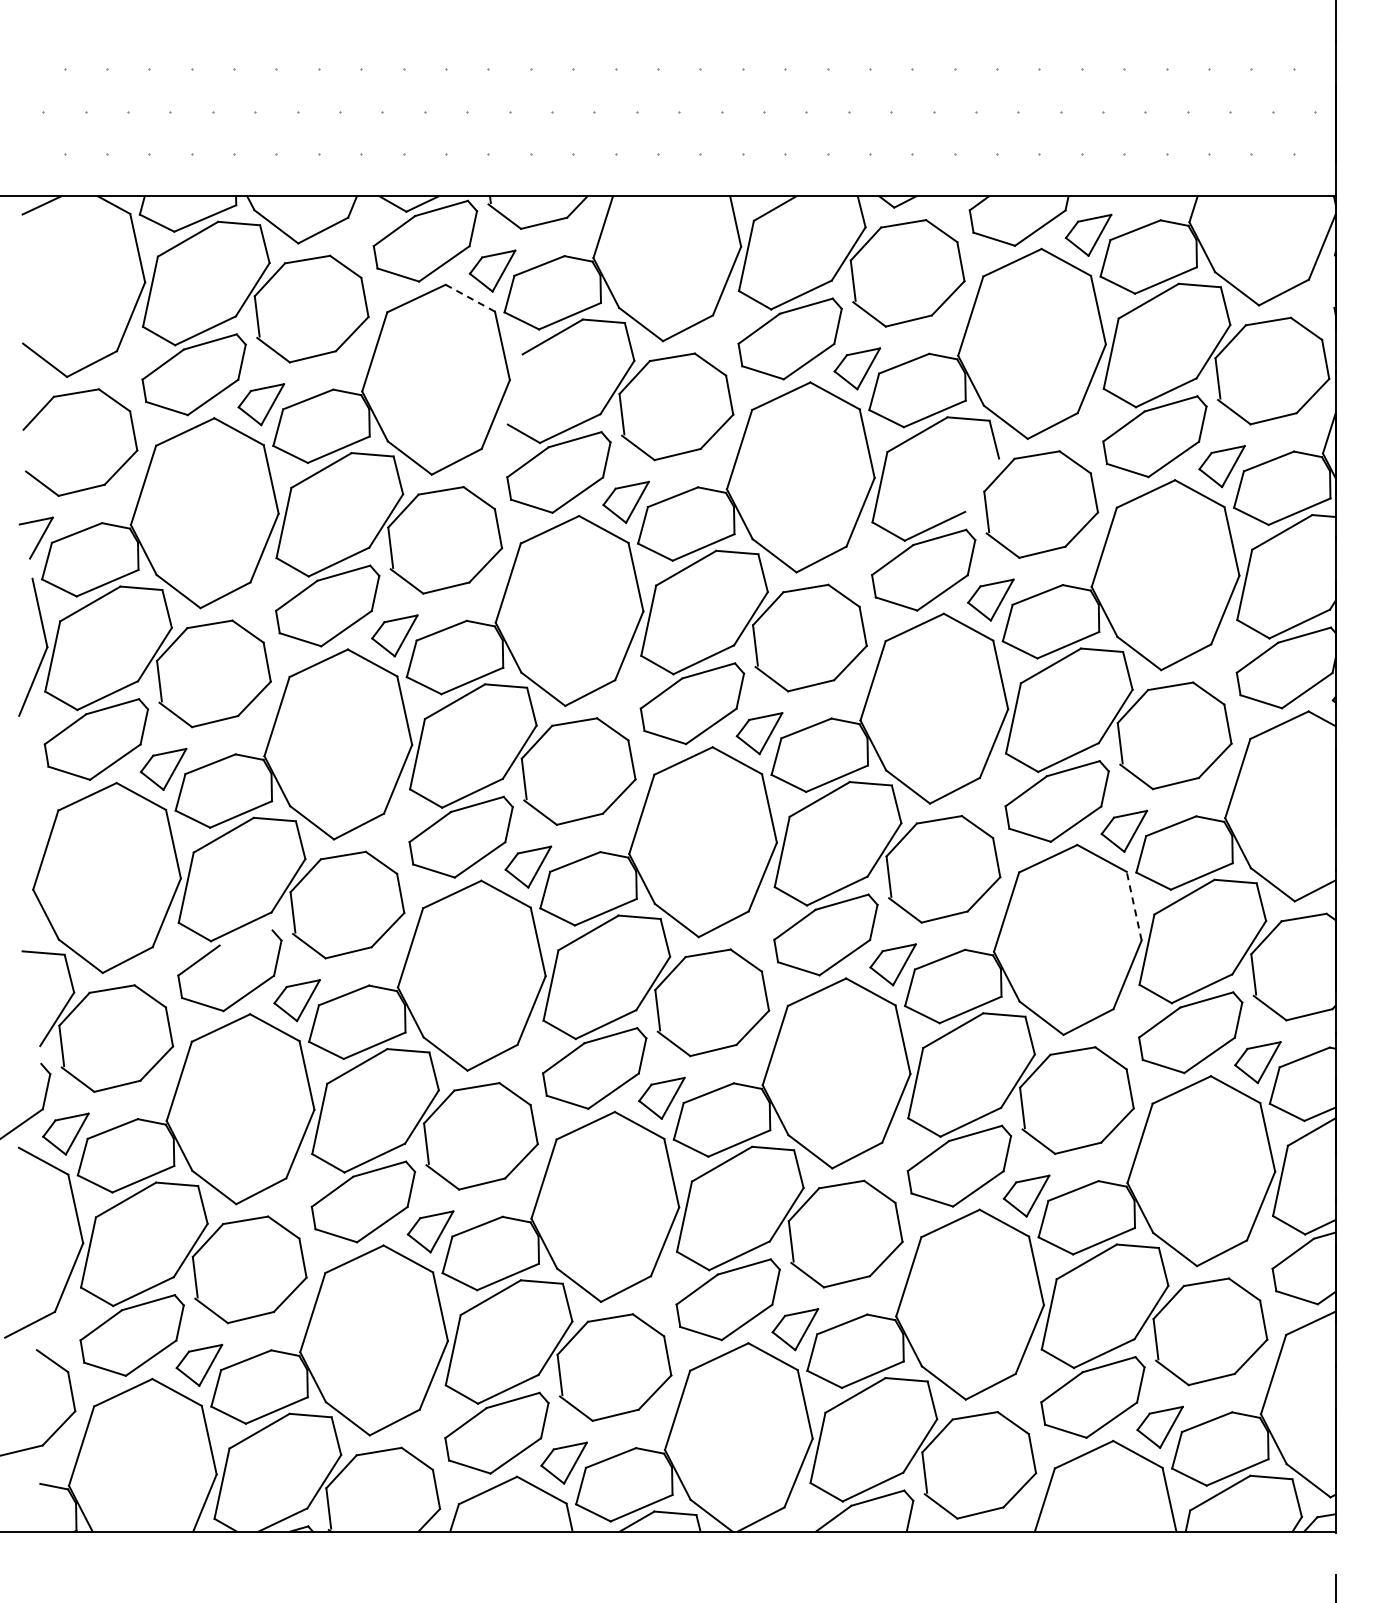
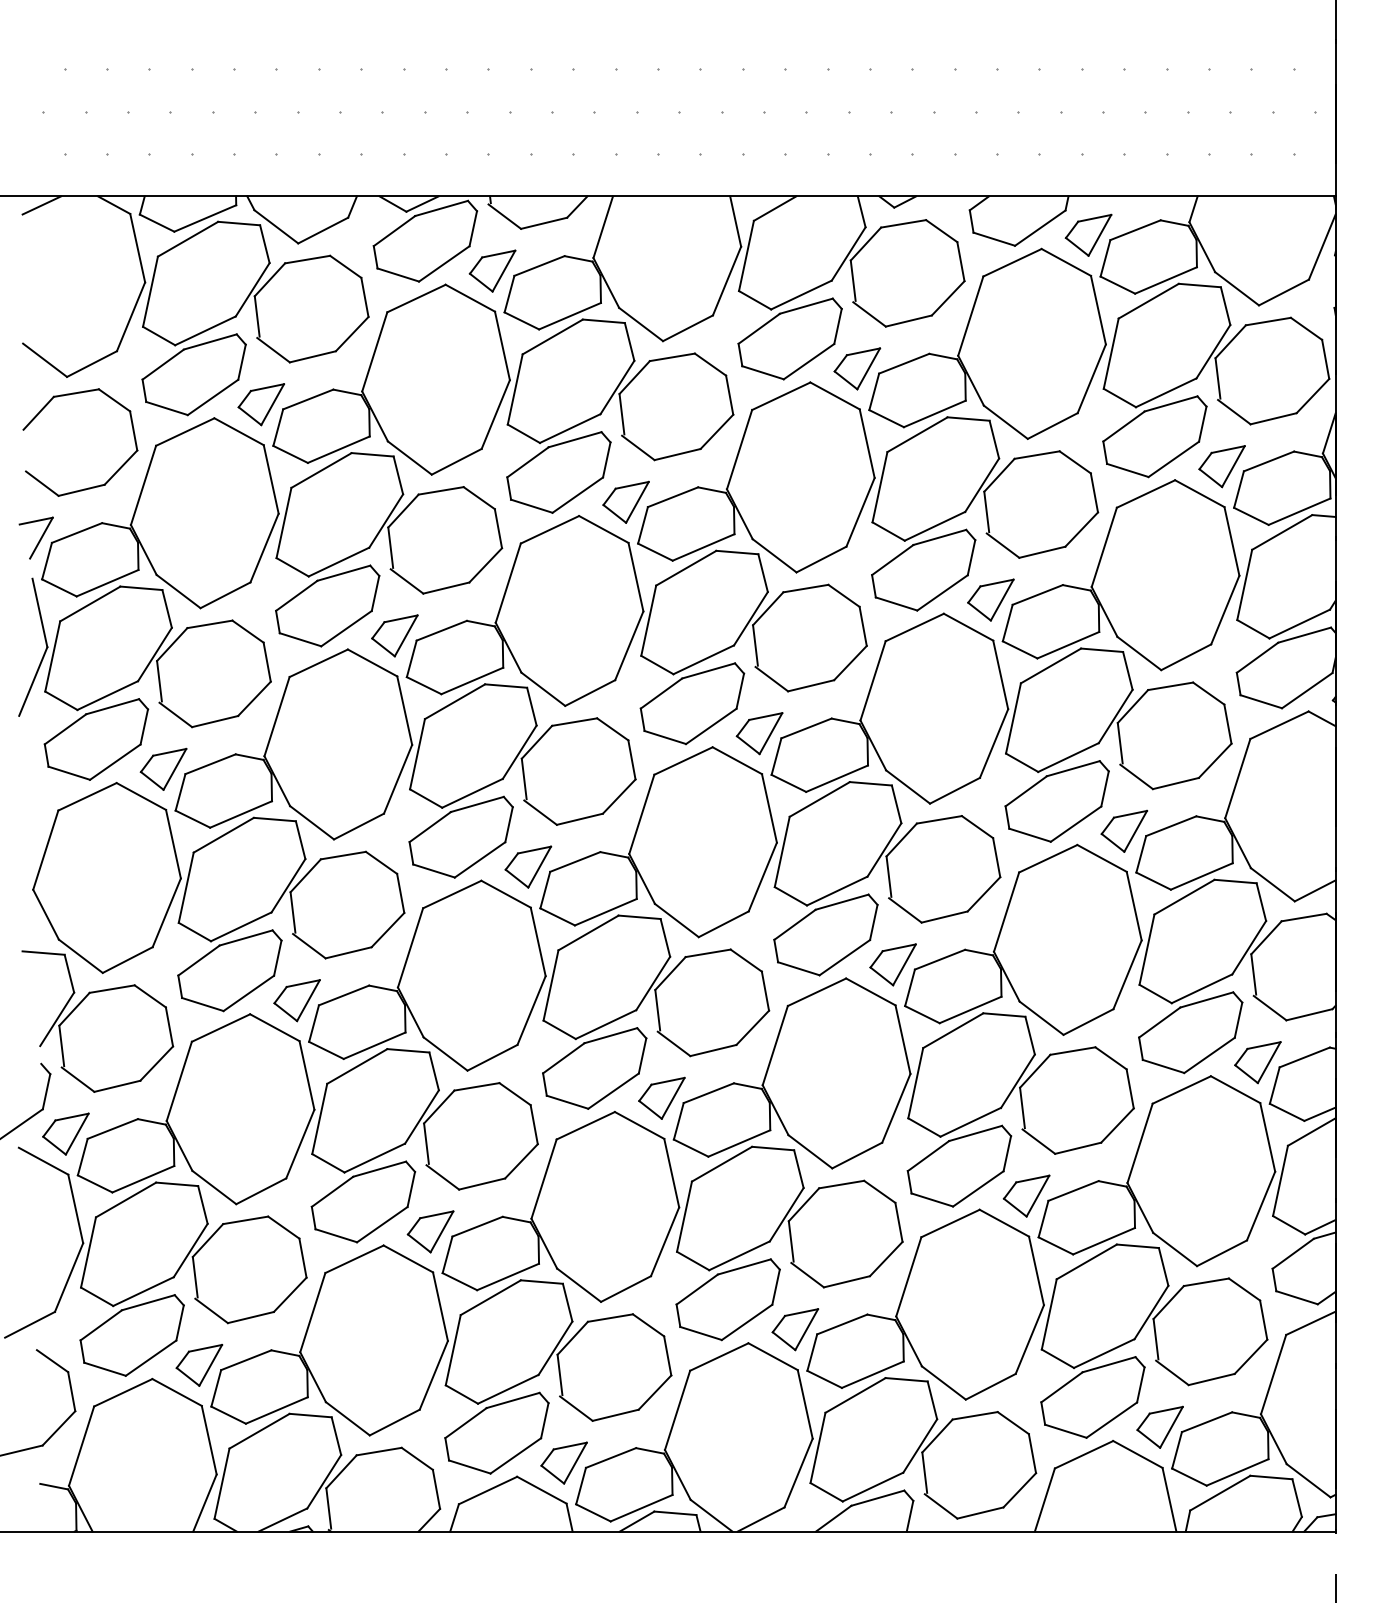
line at (469, 297): dashed -> solid
line at (514, 389): none -> present
line at (982, 485): none -> present
line at (1134, 905): dashed -> solid
line at (245, 937): none -> present
